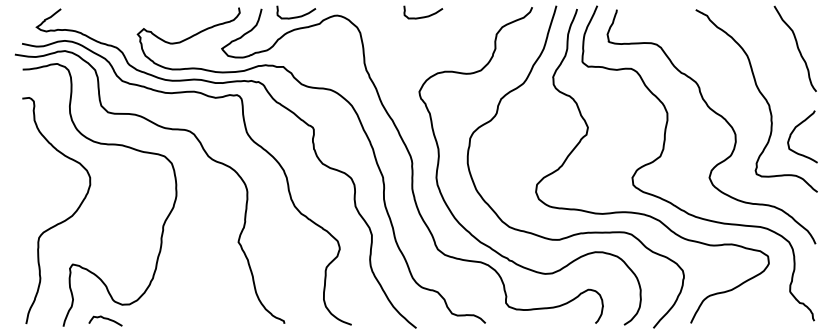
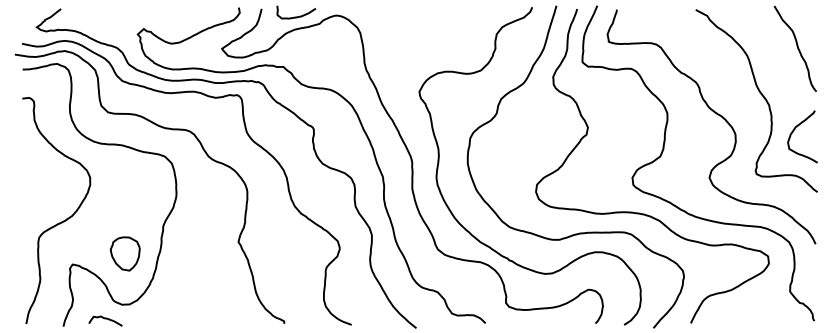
curve at (423, 16): present -> none
part at (124, 253): none -> present
